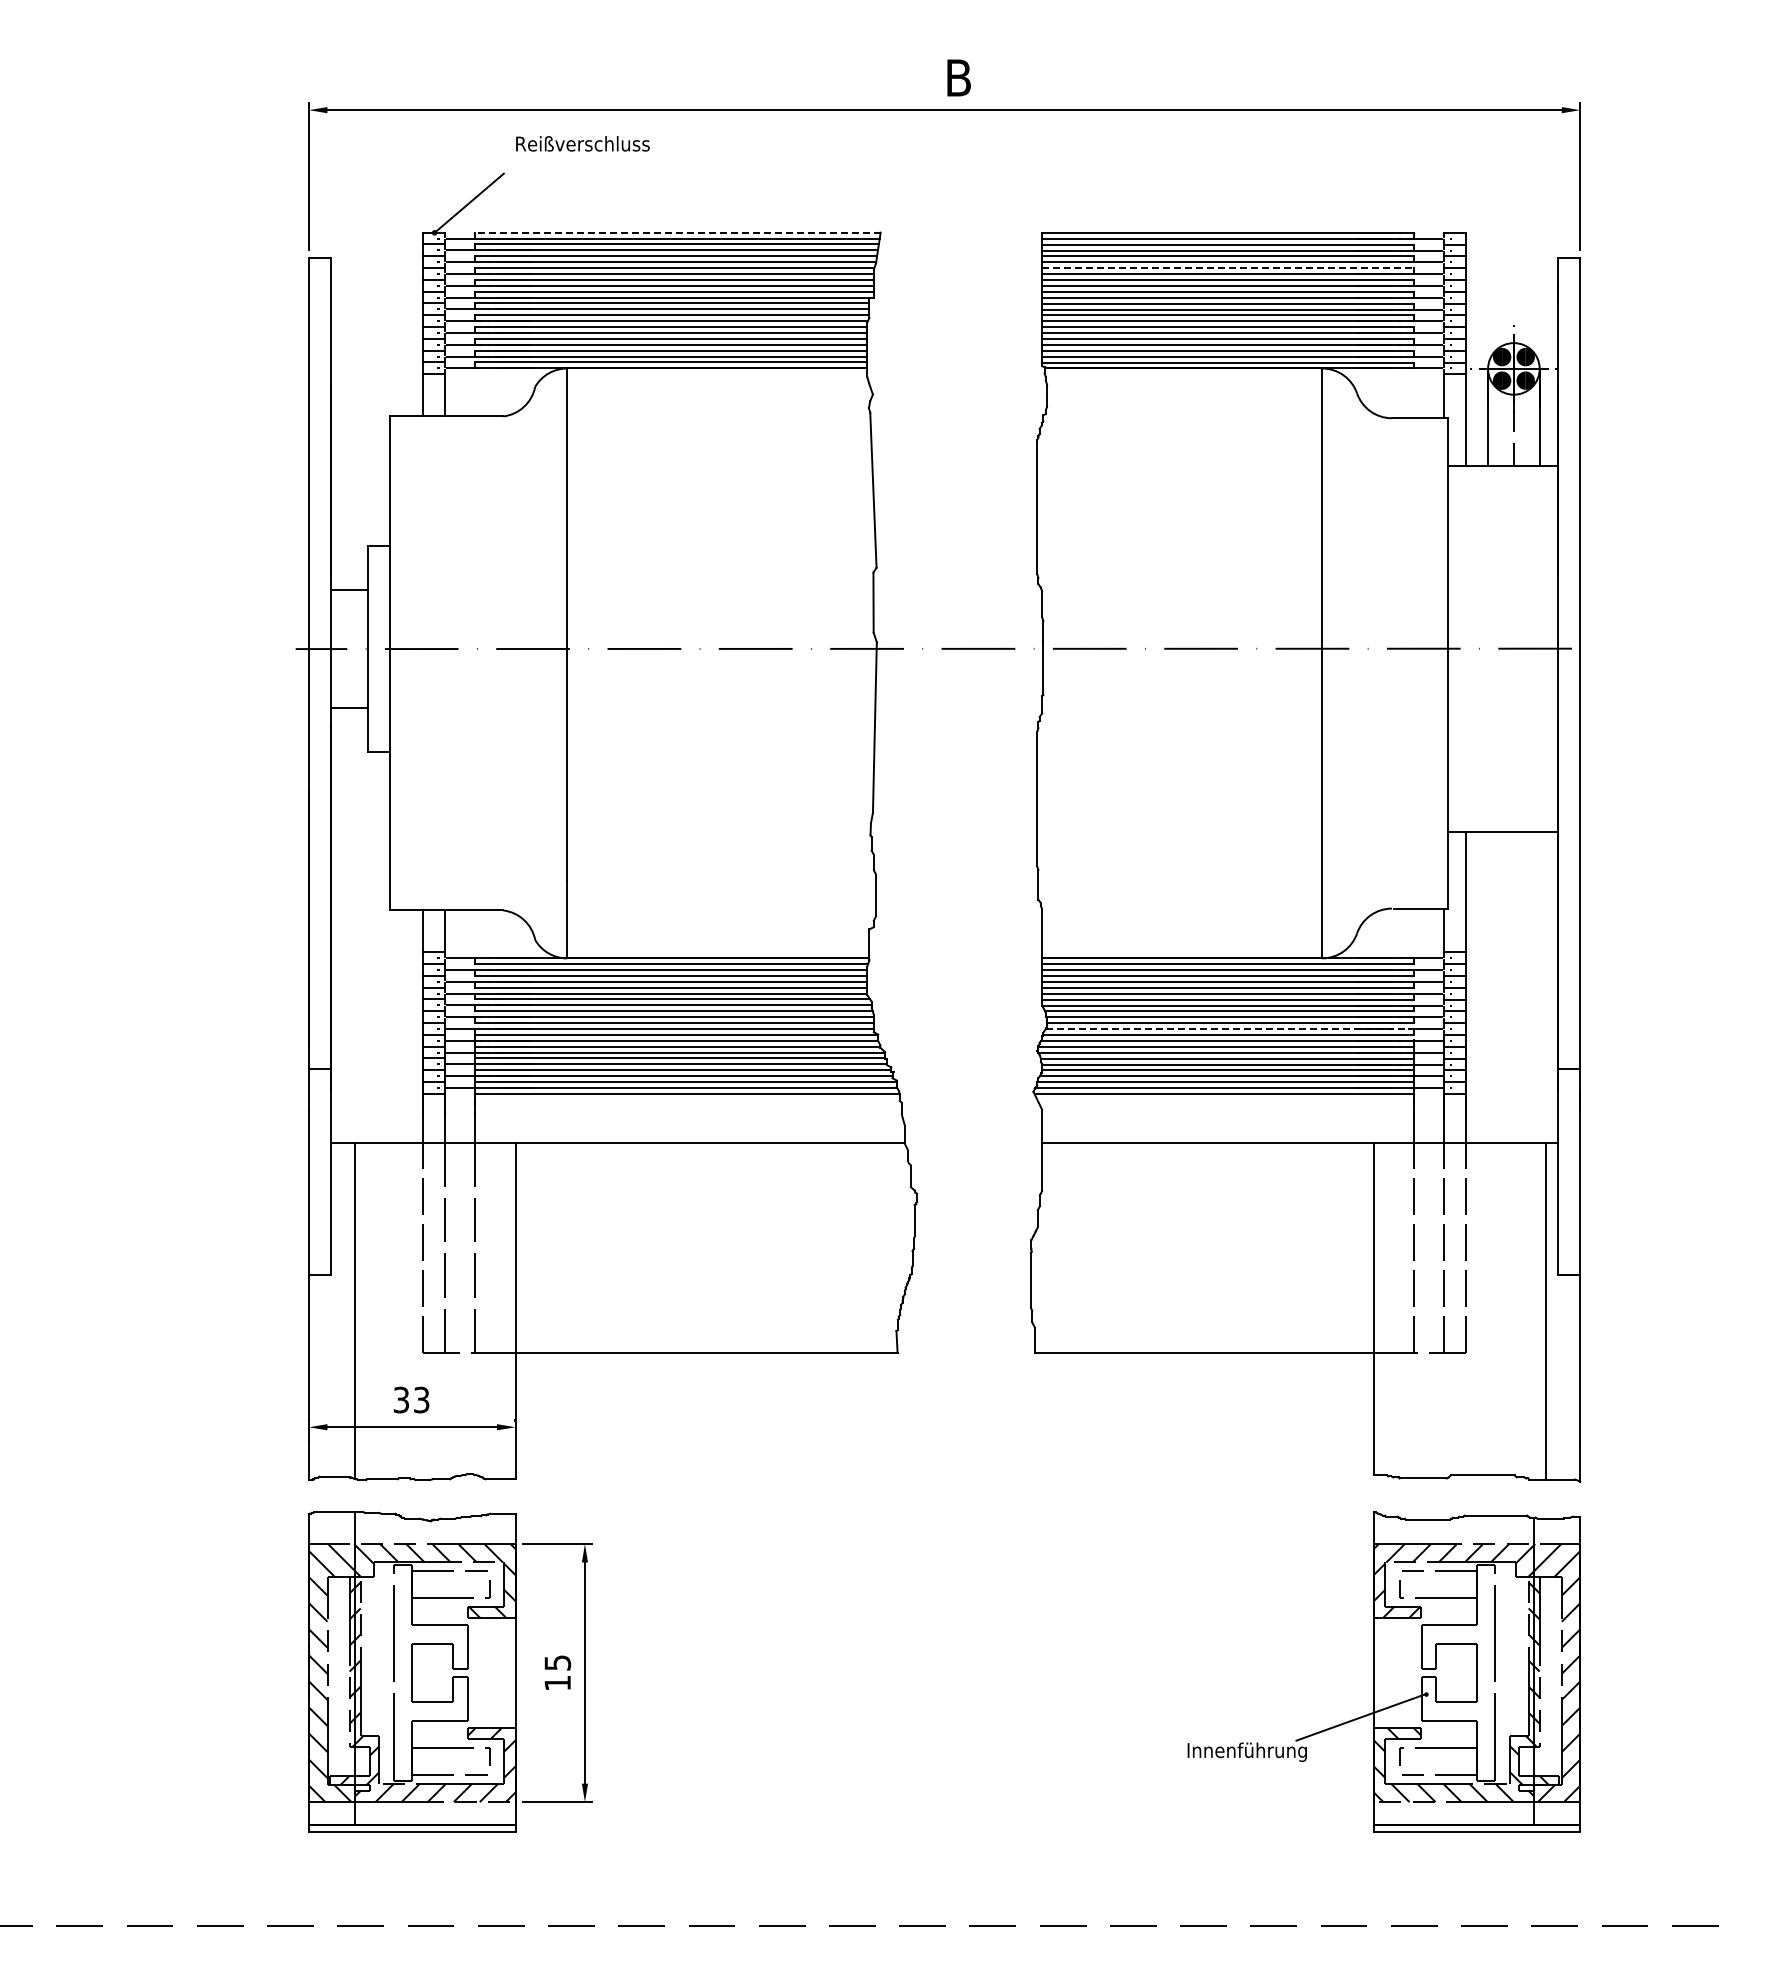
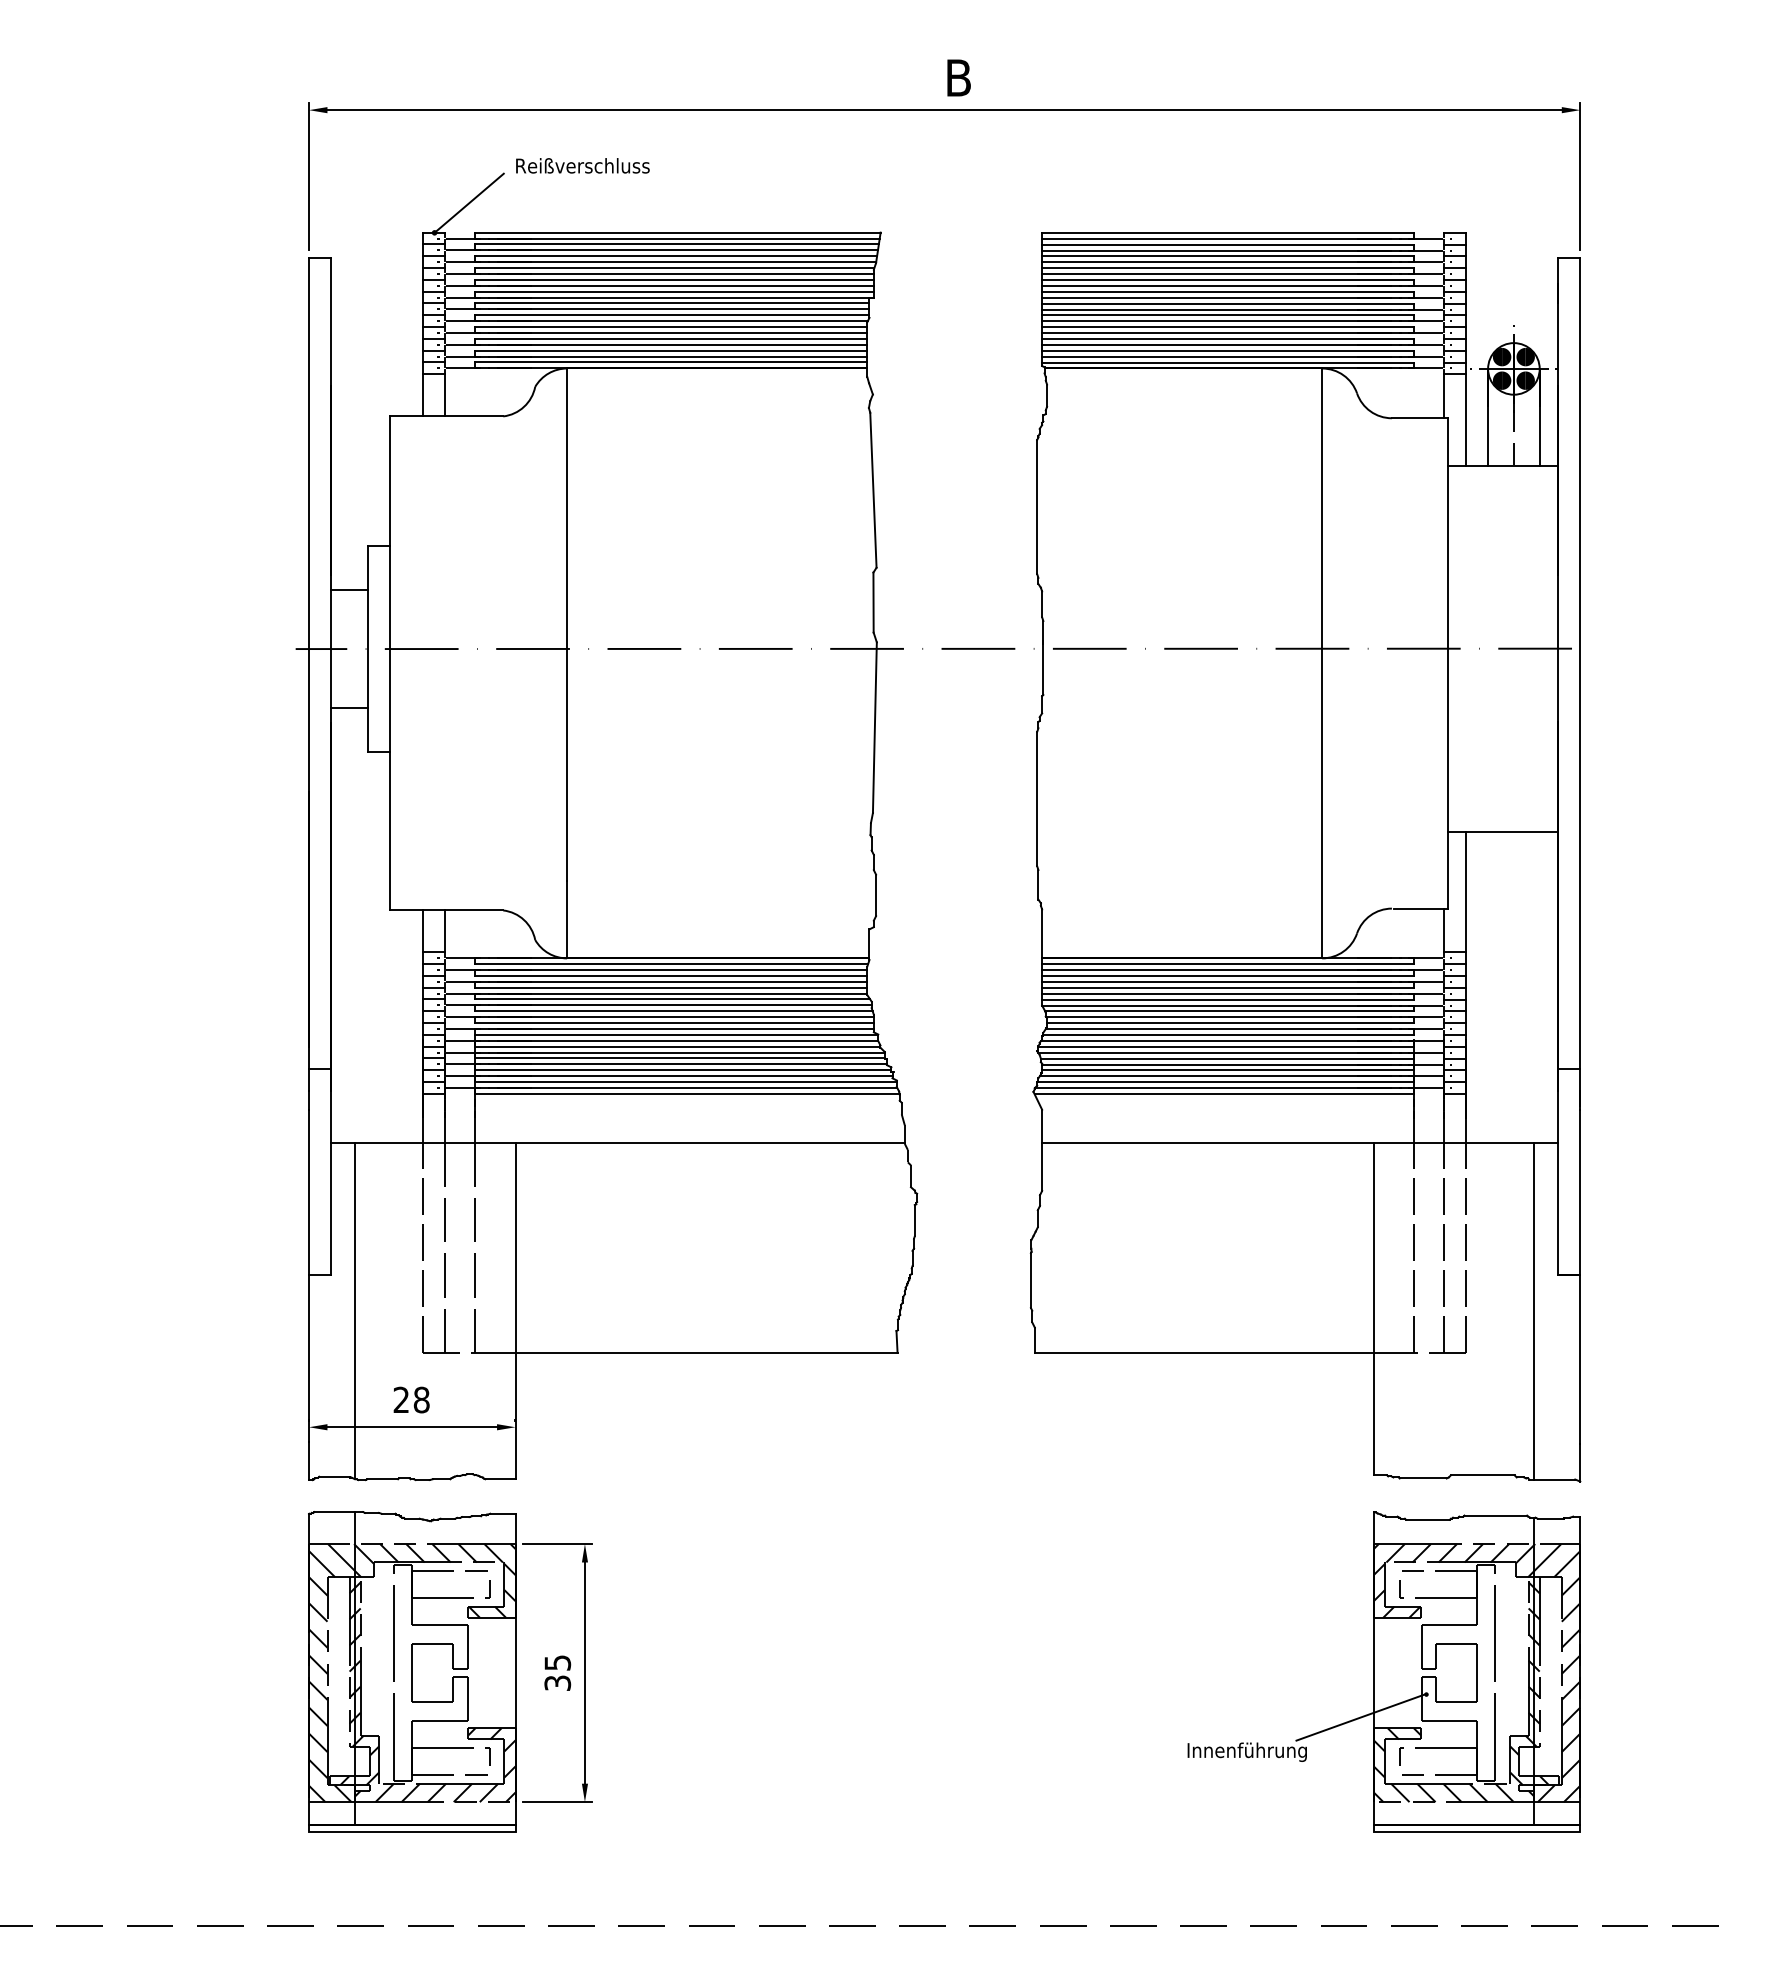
text at (582, 143) position: (582, 143) -> (582, 165)
line at (677, 232): dashed -> solid
line at (1228, 268): dashed -> solid
line at (1230, 1029): dashed -> solid
line at (1546, 1310) position: (1546, 1310) -> (1534, 1310)
text at (411, 1399): 33 -> 28
text at (557, 1682): 15 -> 35
